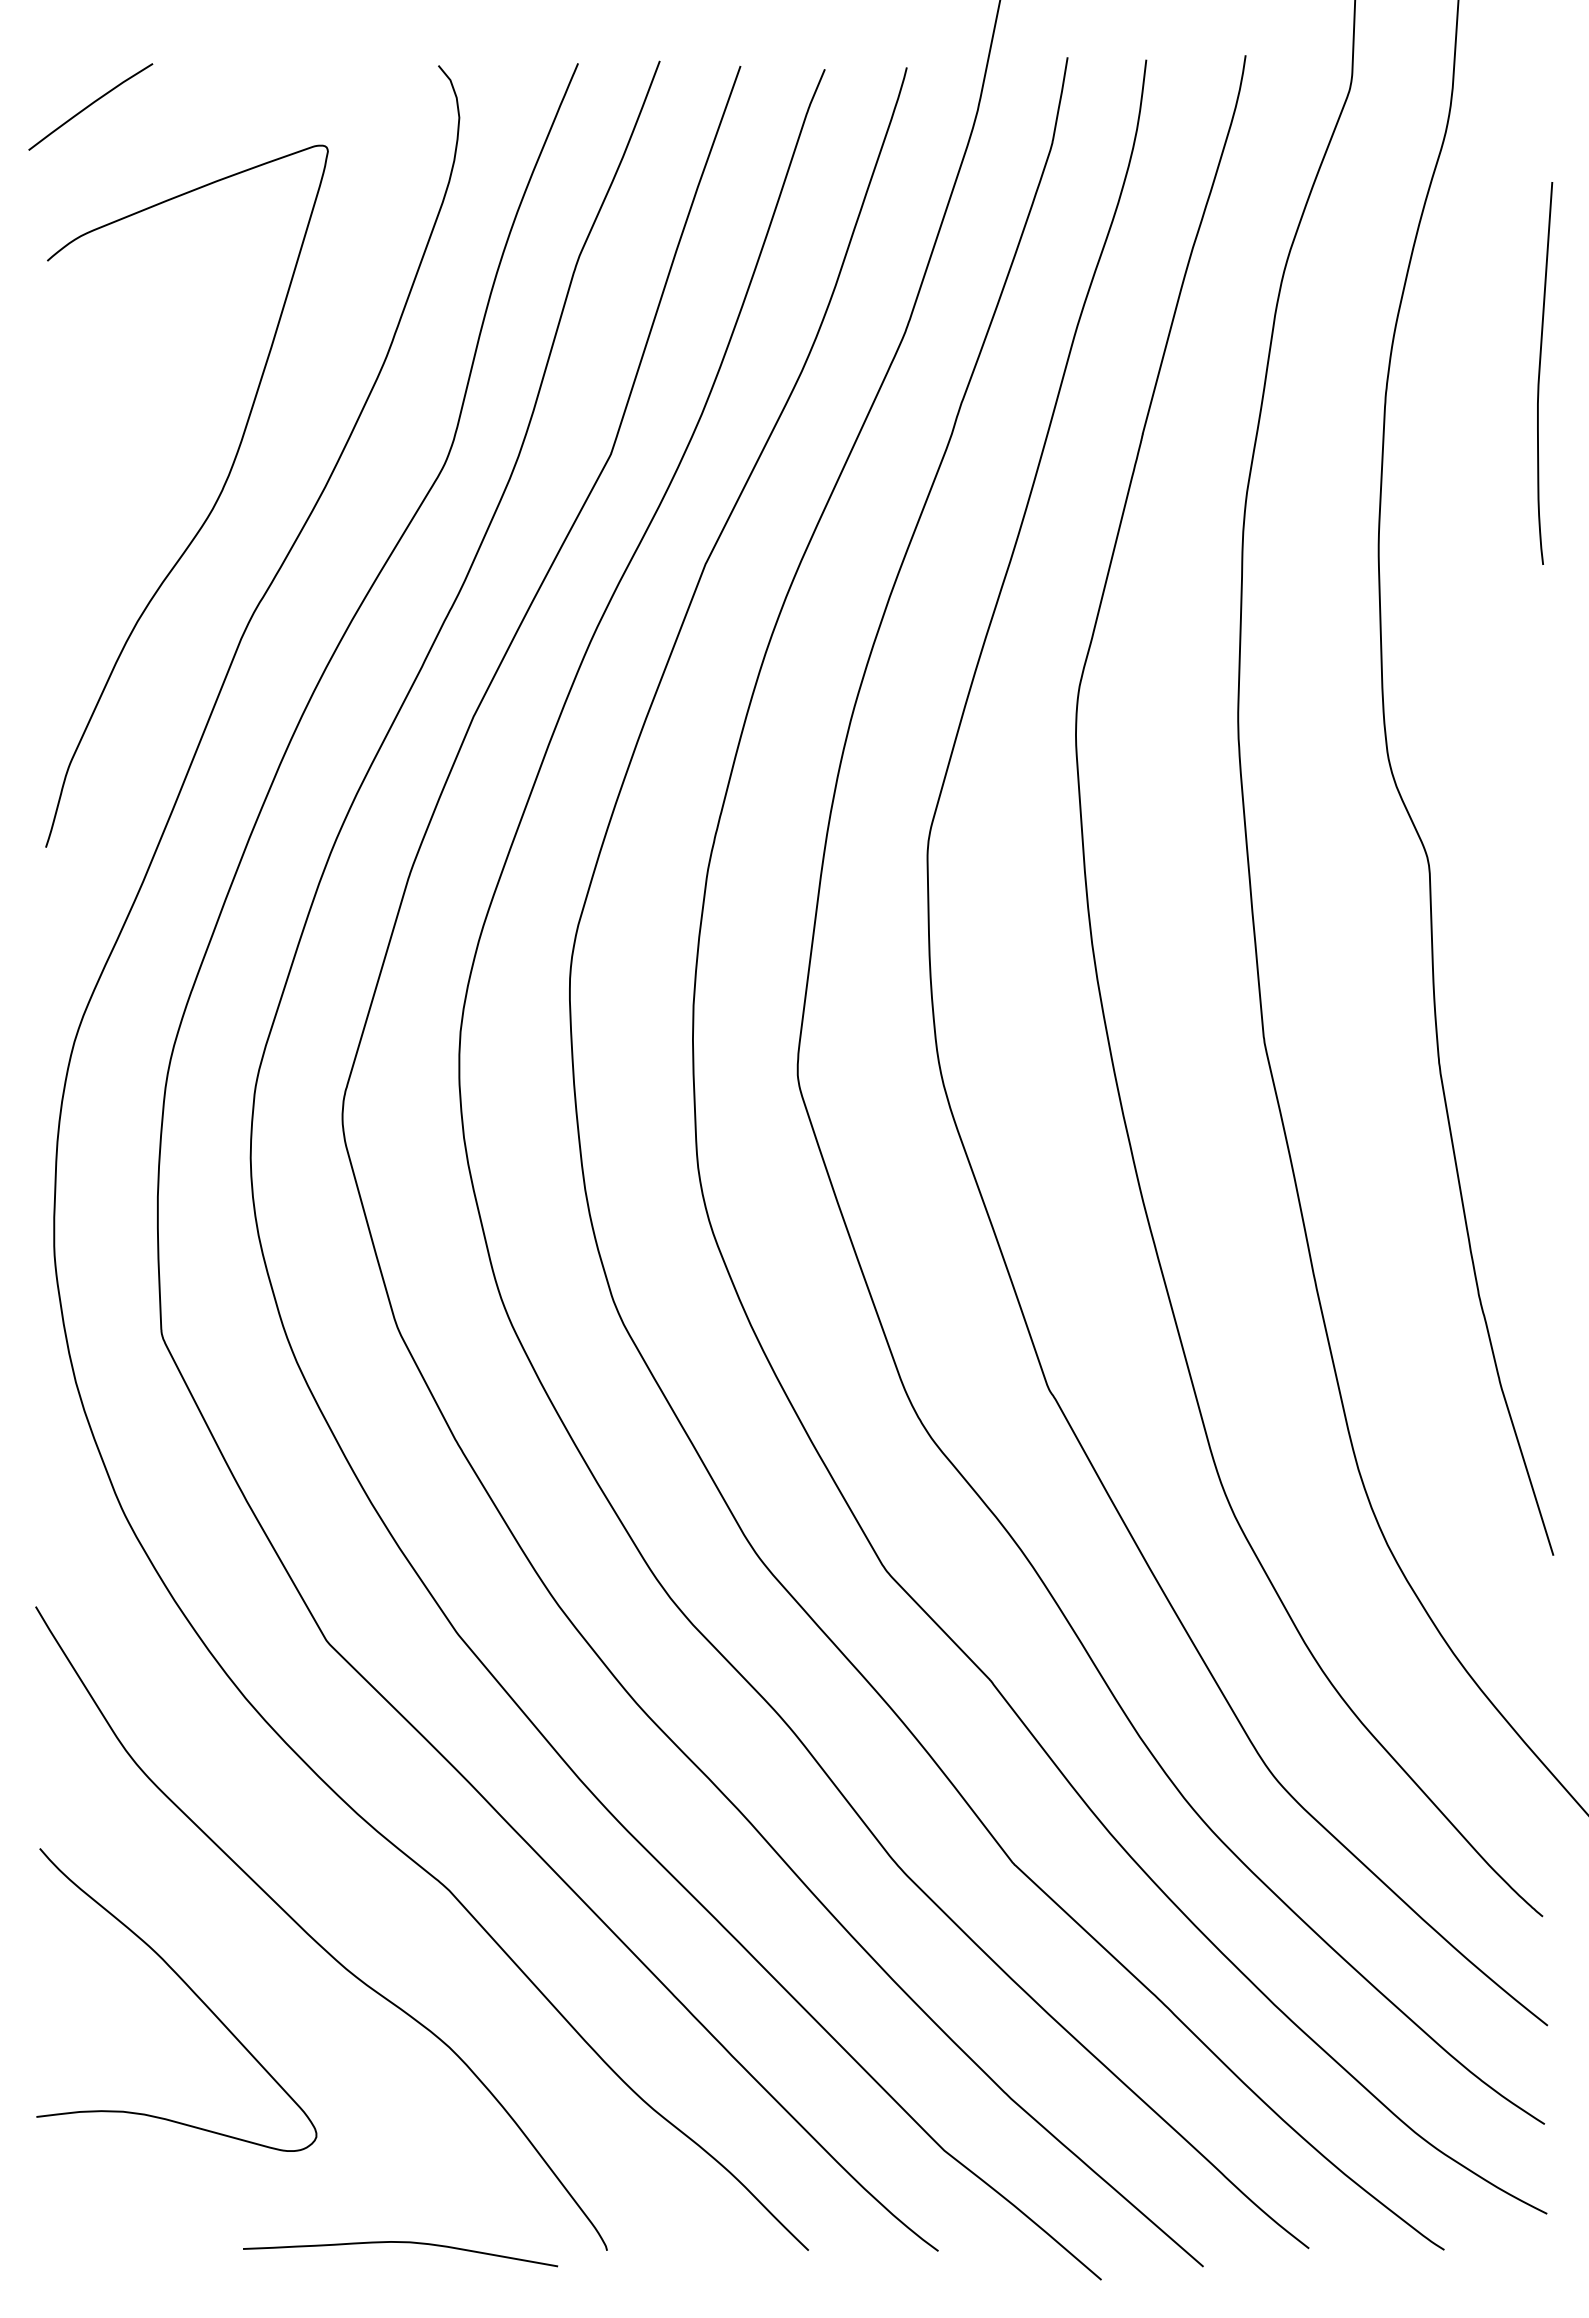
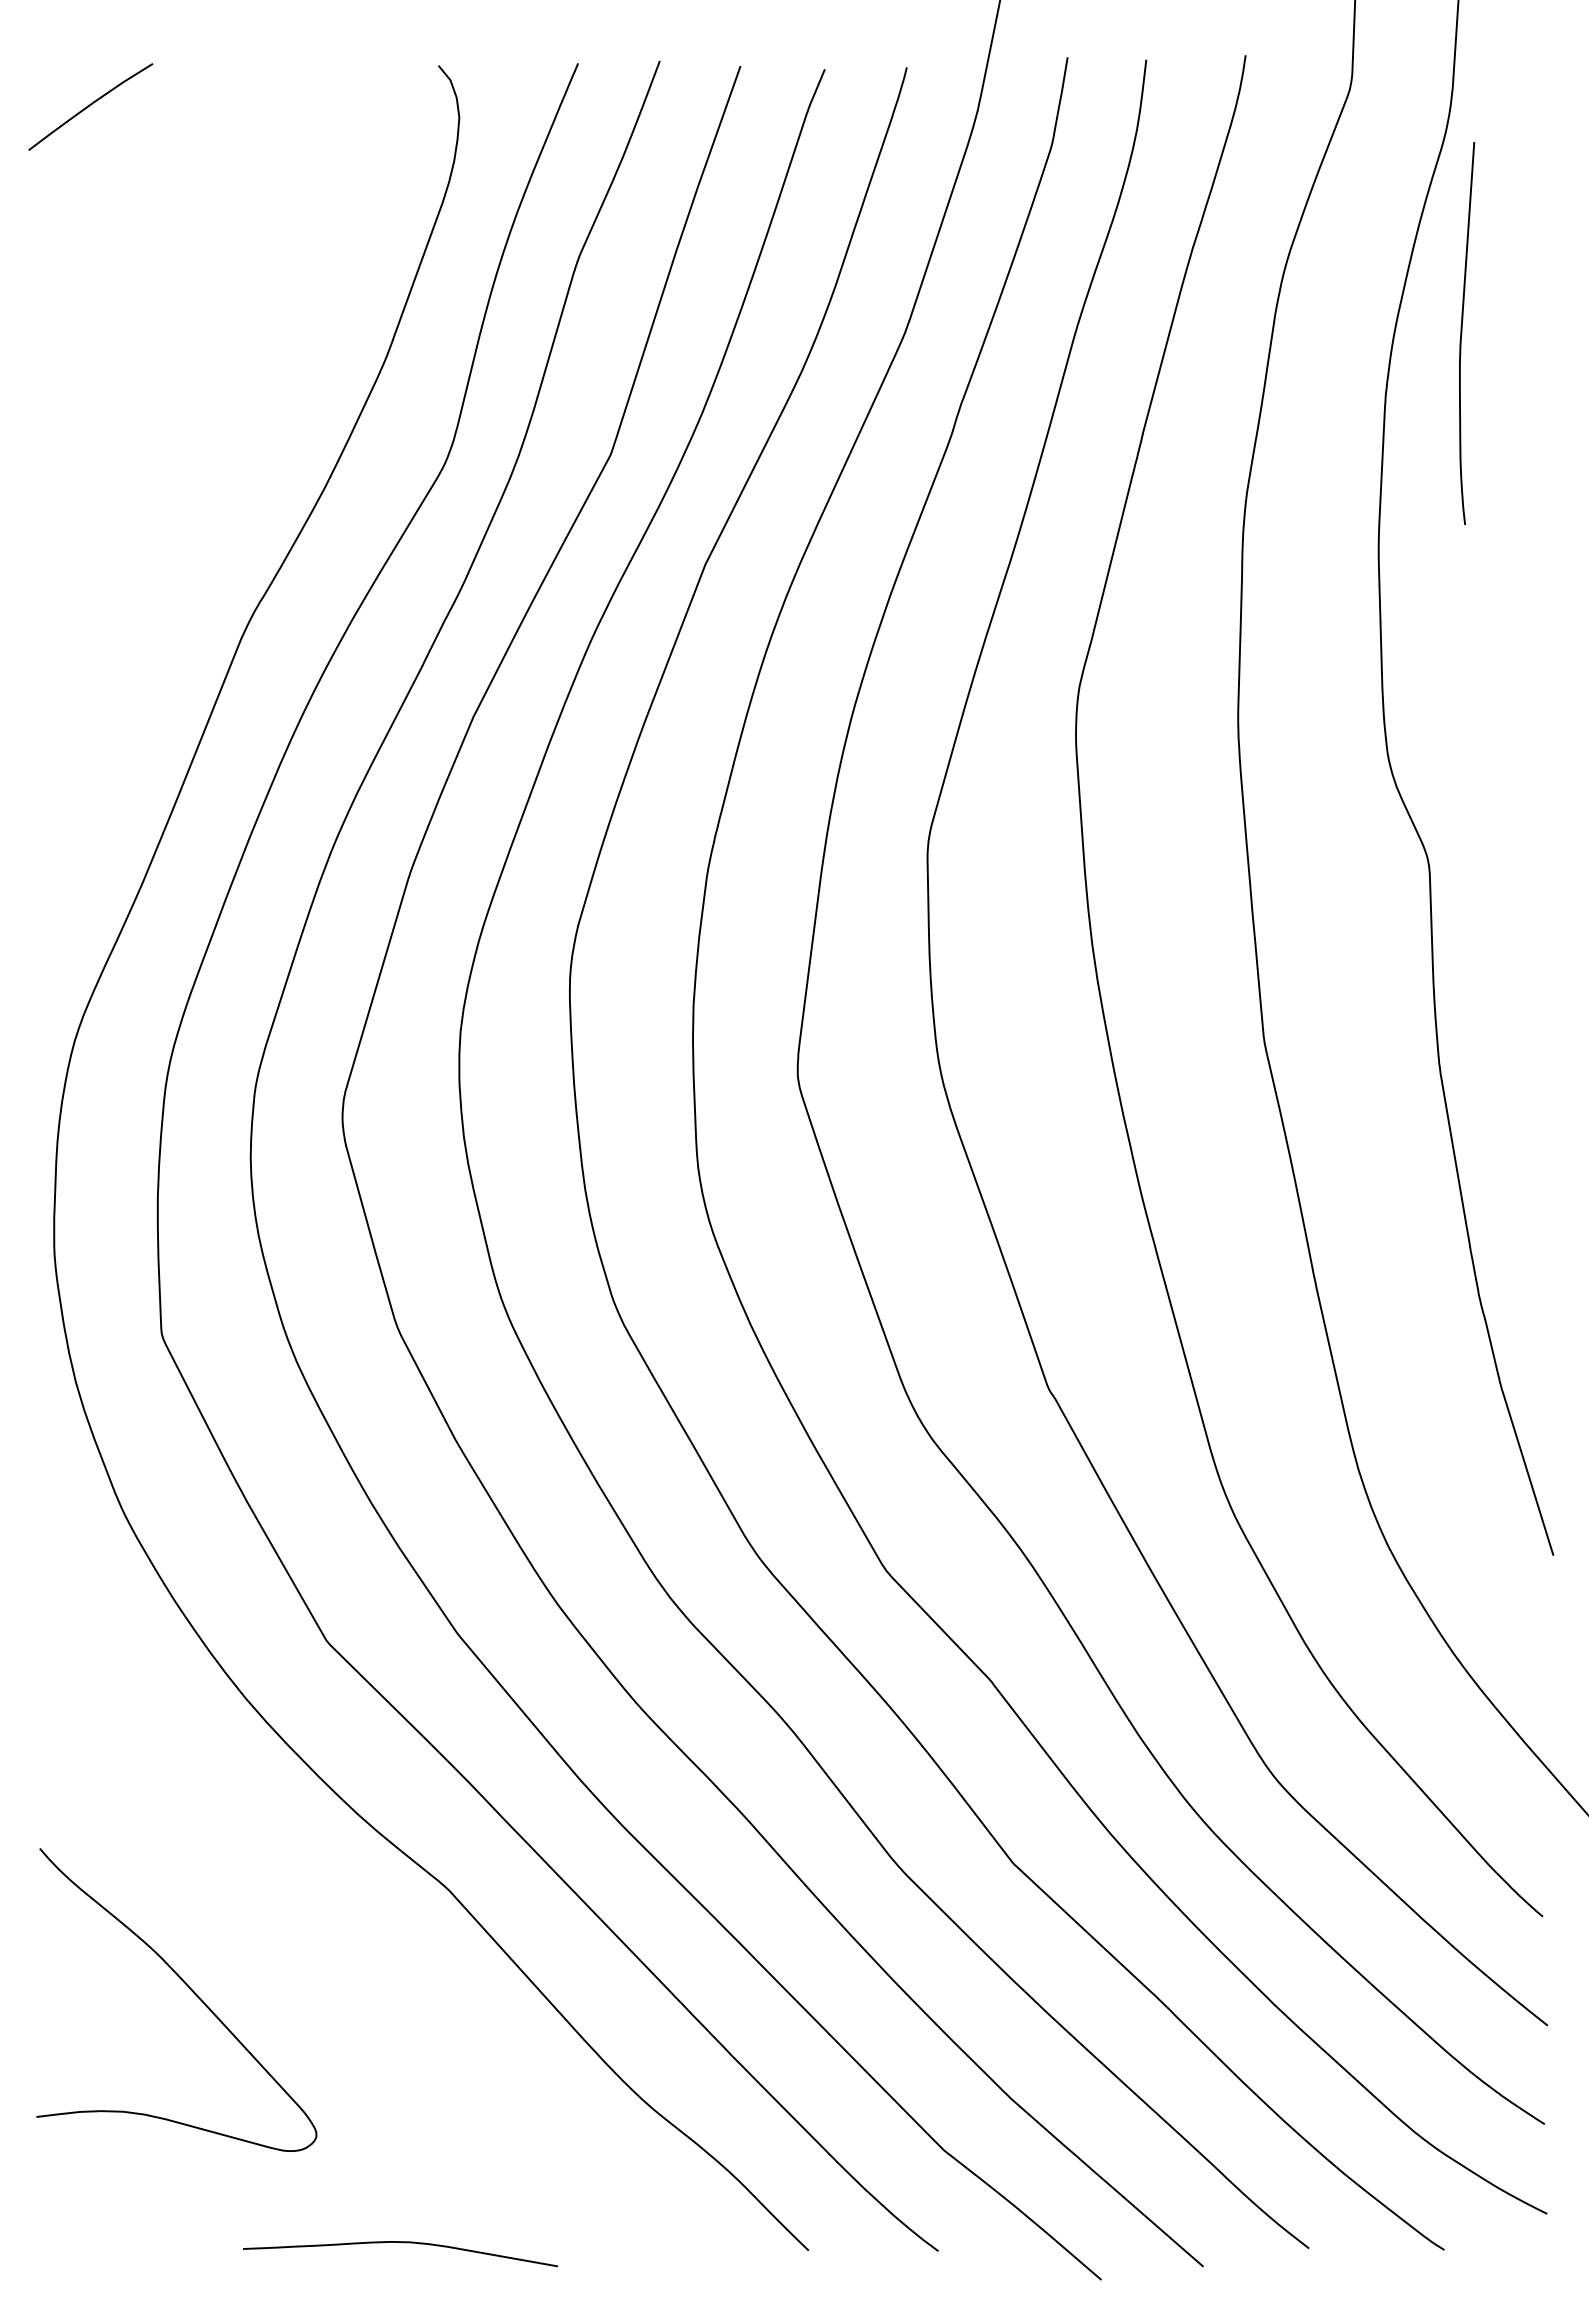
curve at (1540, 373) position: (1540, 373) -> (1462, 333)
curve at (210, 510): present -> none
curve at (314, 1938): present -> none
